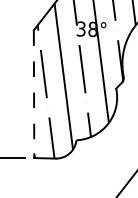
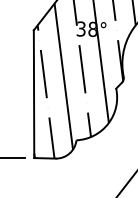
line at (34, 94): dashed -> solid
